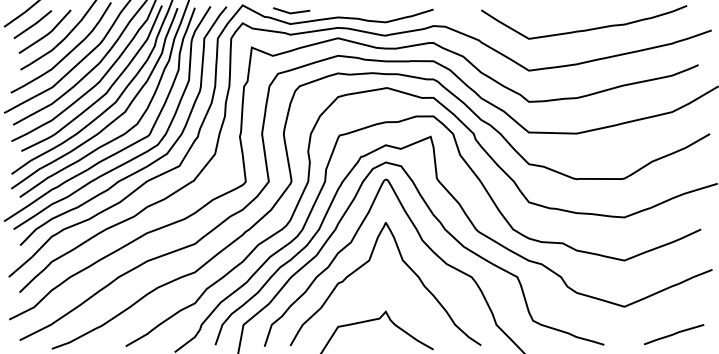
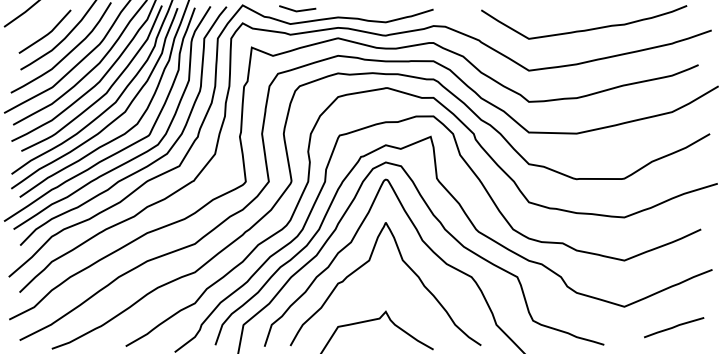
line at (291, 12) position: (291, 12) -> (297, 10)
line at (32, 24): present -> none
line at (674, 334) position: (674, 334) -> (674, 327)
